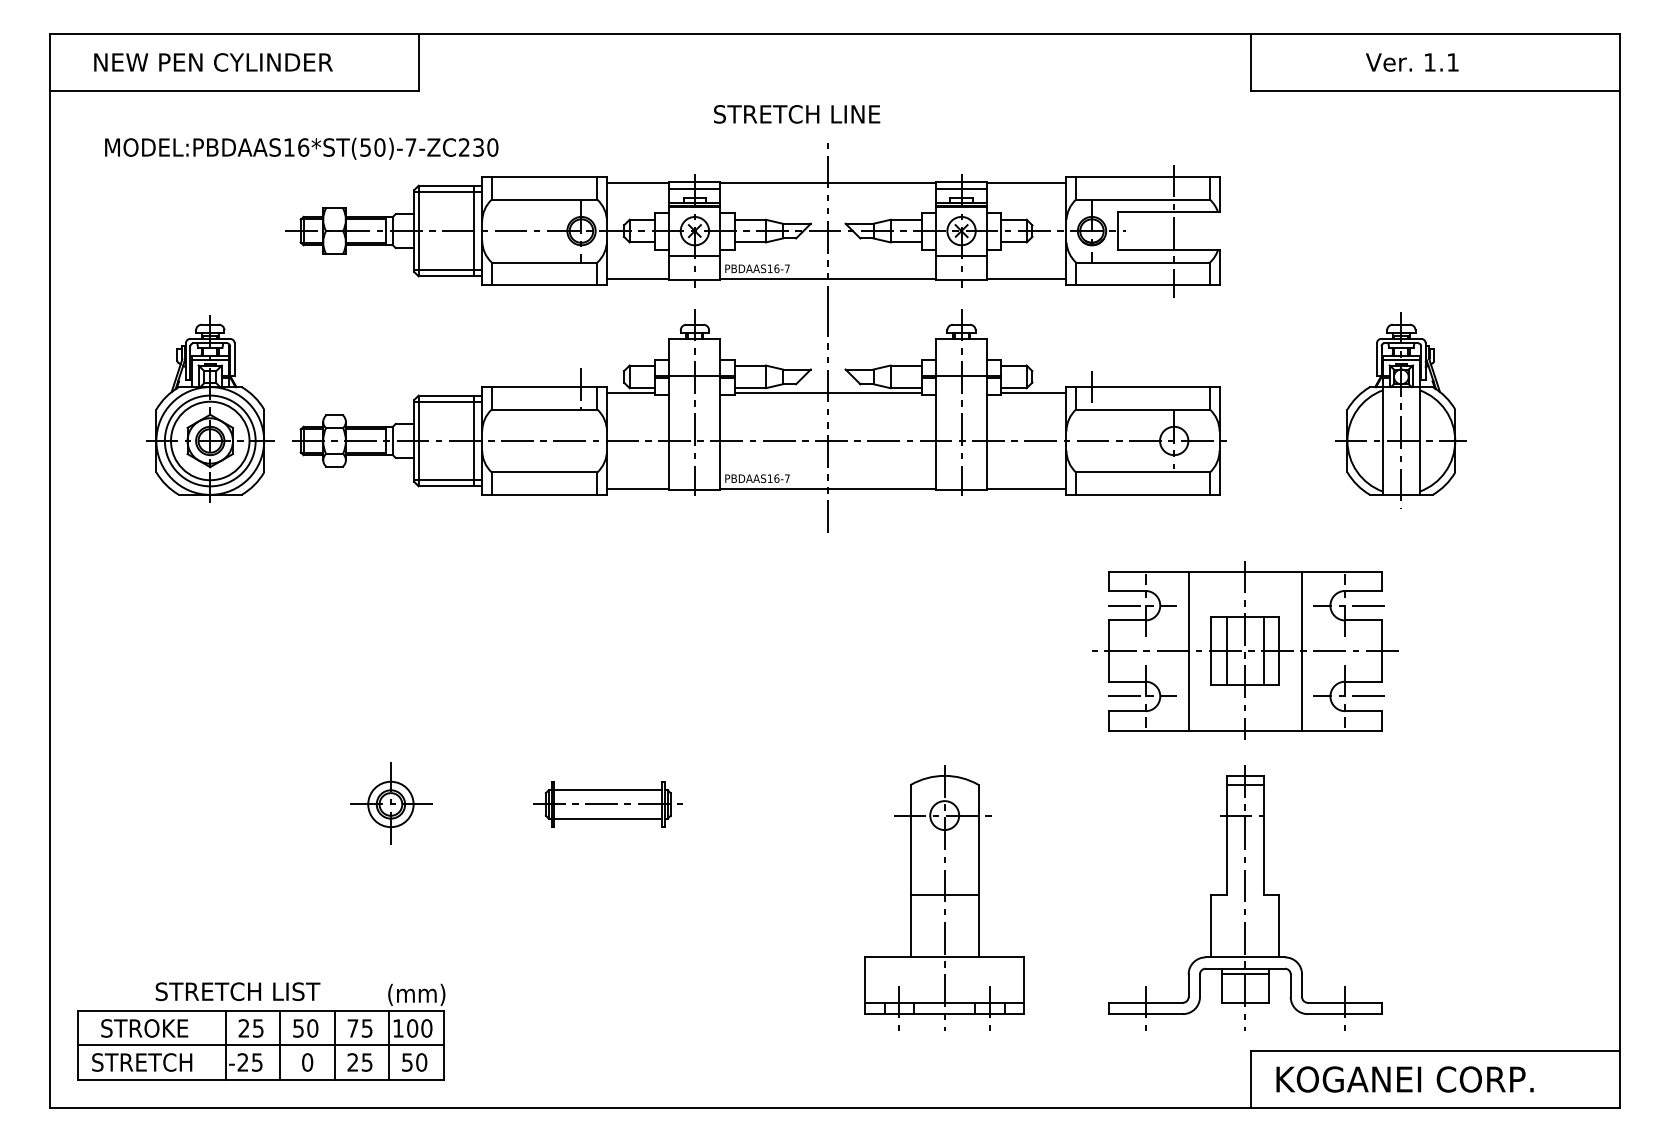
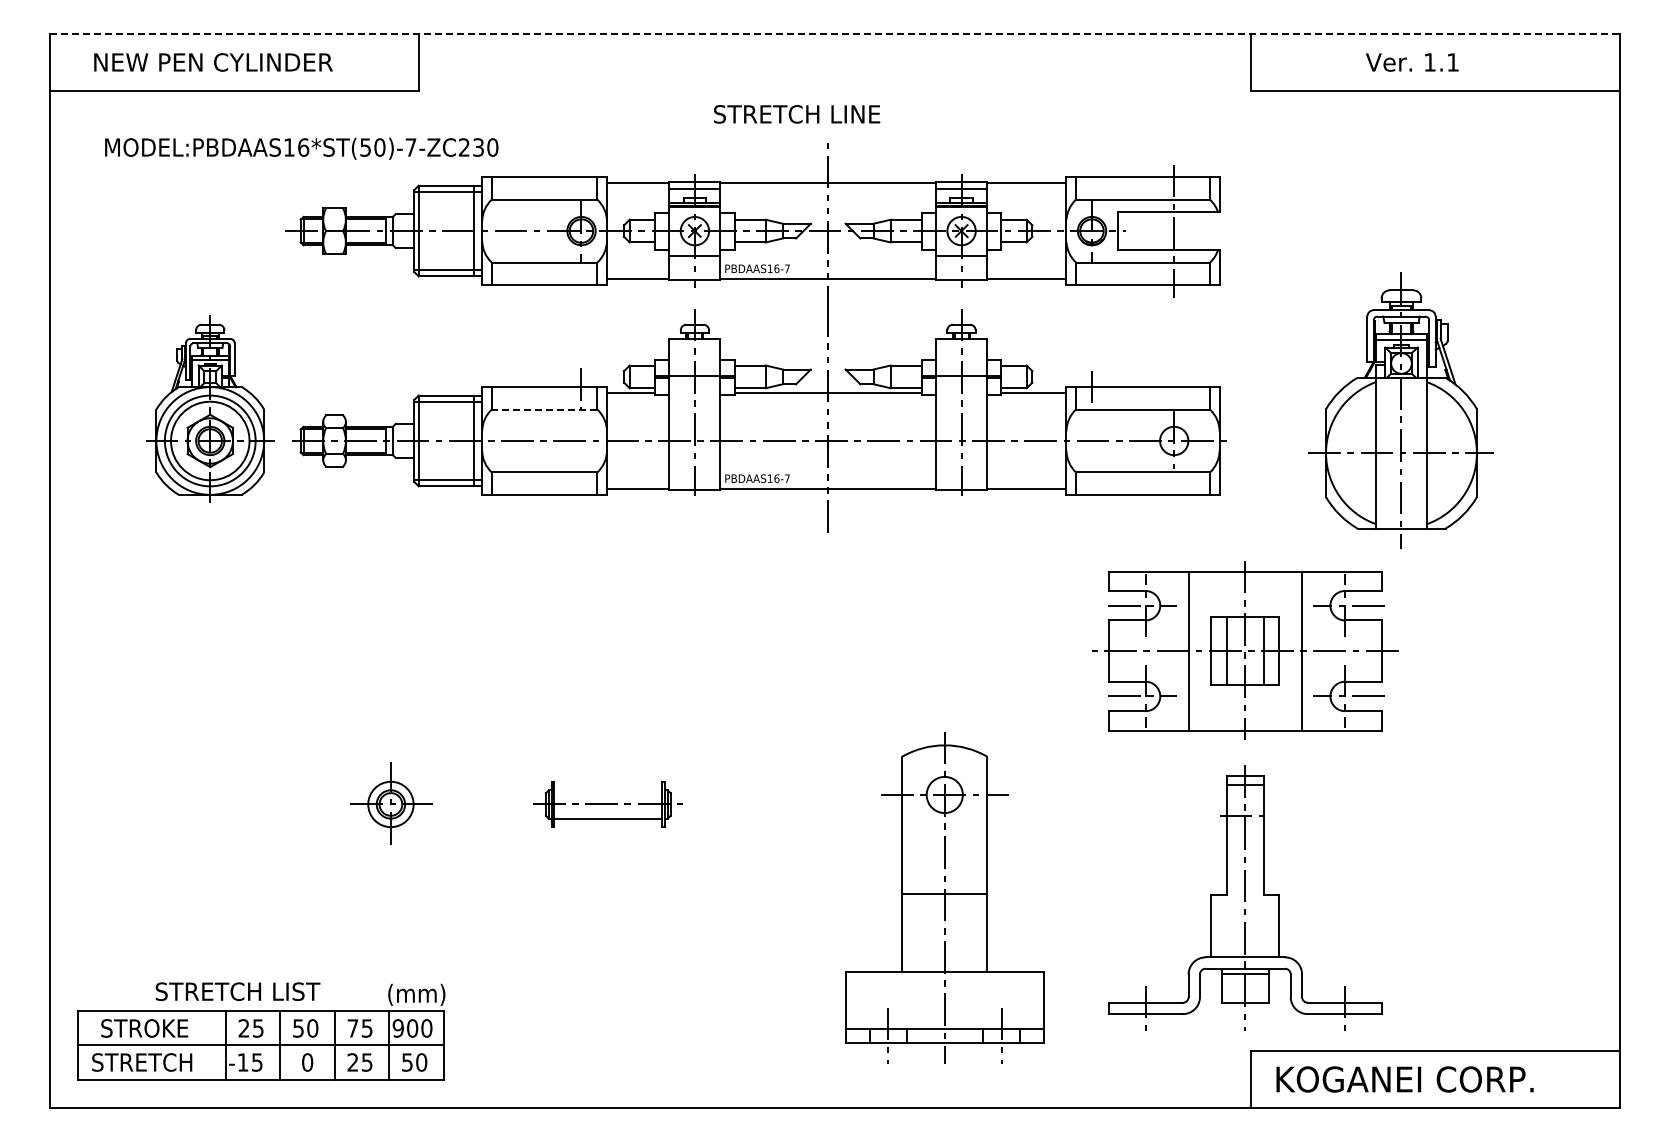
line at (834, 34): solid -> dashed
line at (544, 409): solid -> dashed
part at (1400, 410) size: 132x197 px -> 186x277 px
line at (608, 790): present -> none
part at (944, 897) size: 161x266 px -> 200x332 px
text at (397, 1028): 100 -> 900
text at (242, 1062): -25 -> -15
